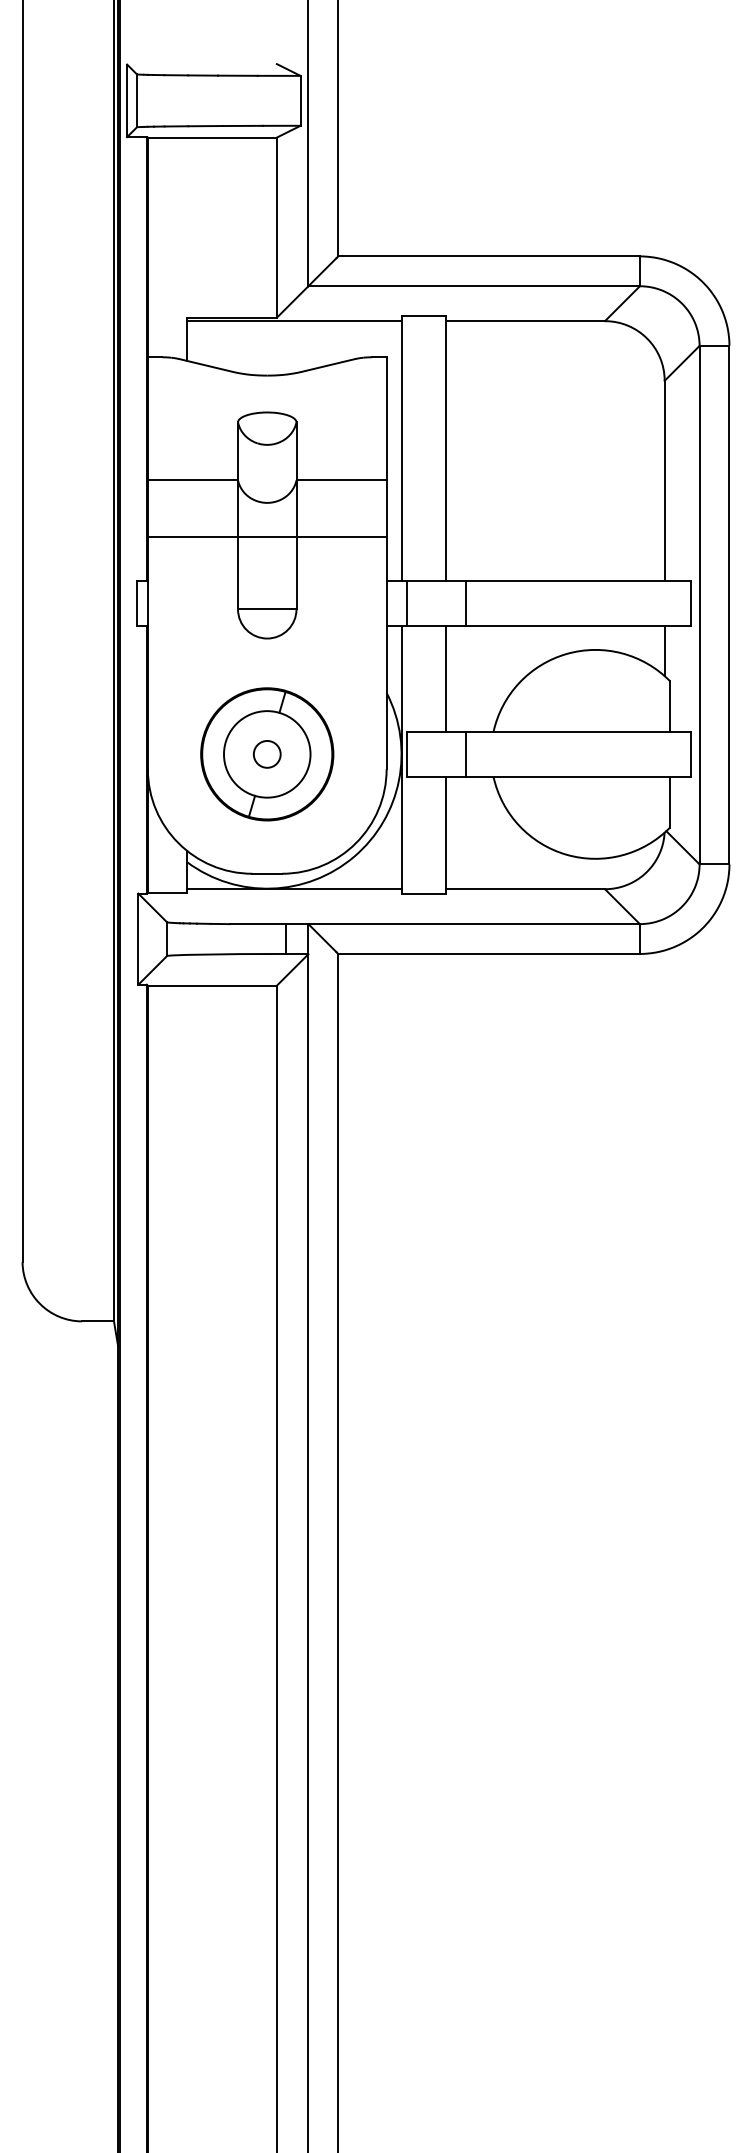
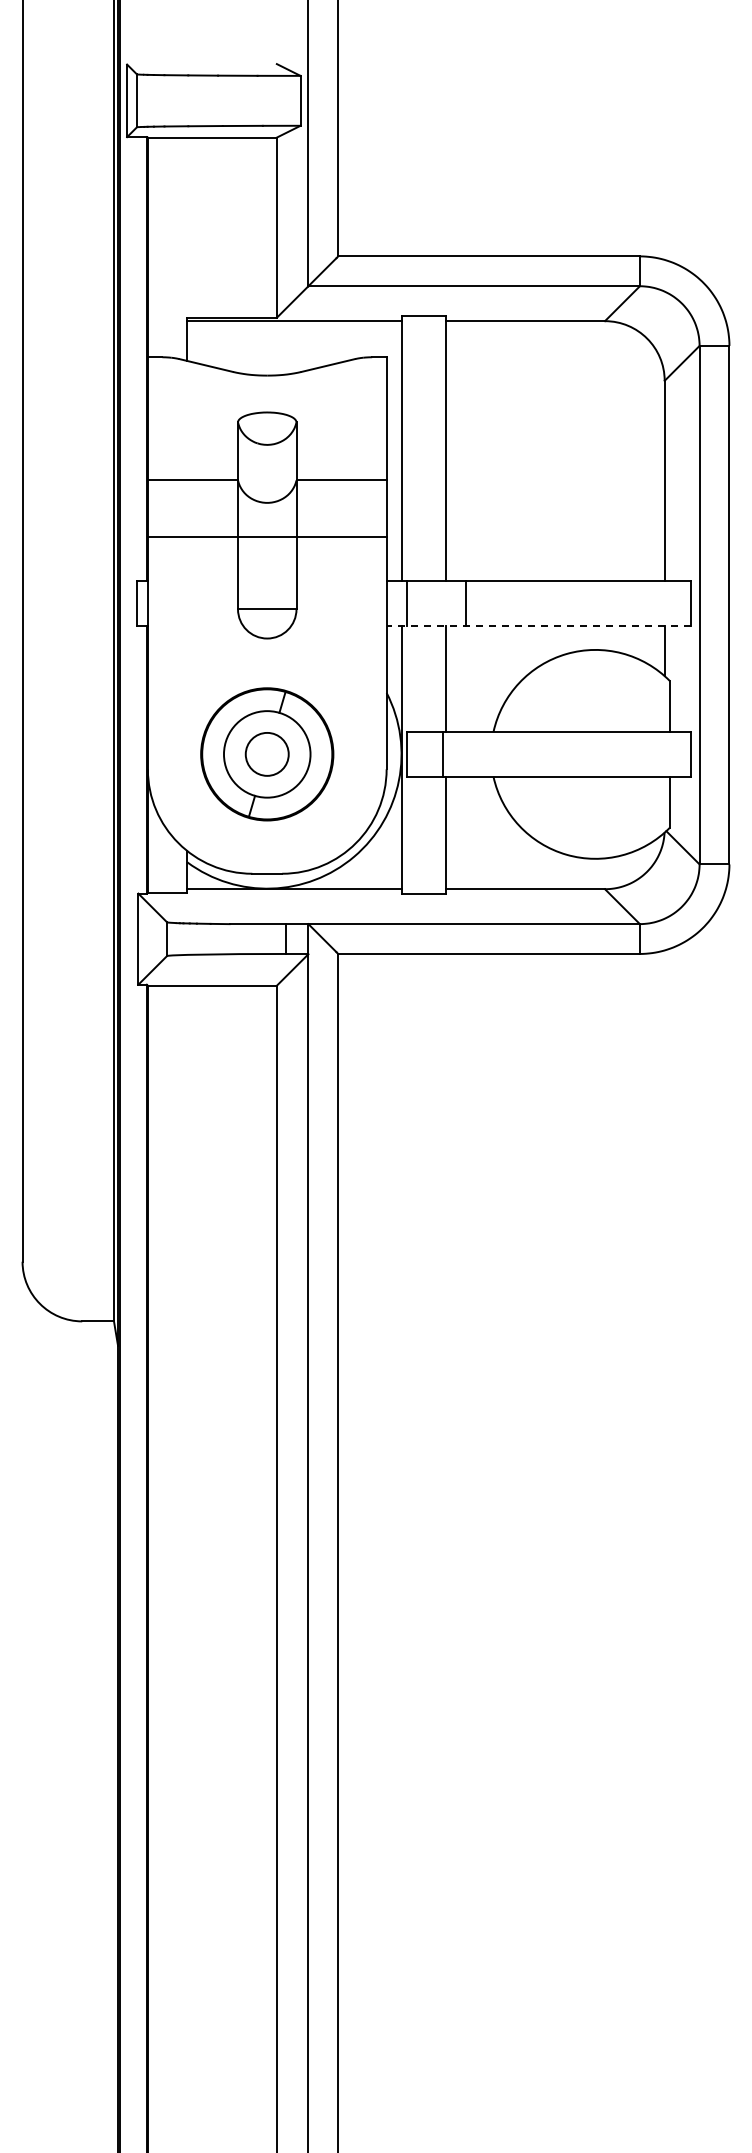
line at (538, 626): solid -> dashed
circle at (266, 753) diameter: 27 px -> 43 px
line at (466, 754) position: (466, 754) -> (443, 754)
